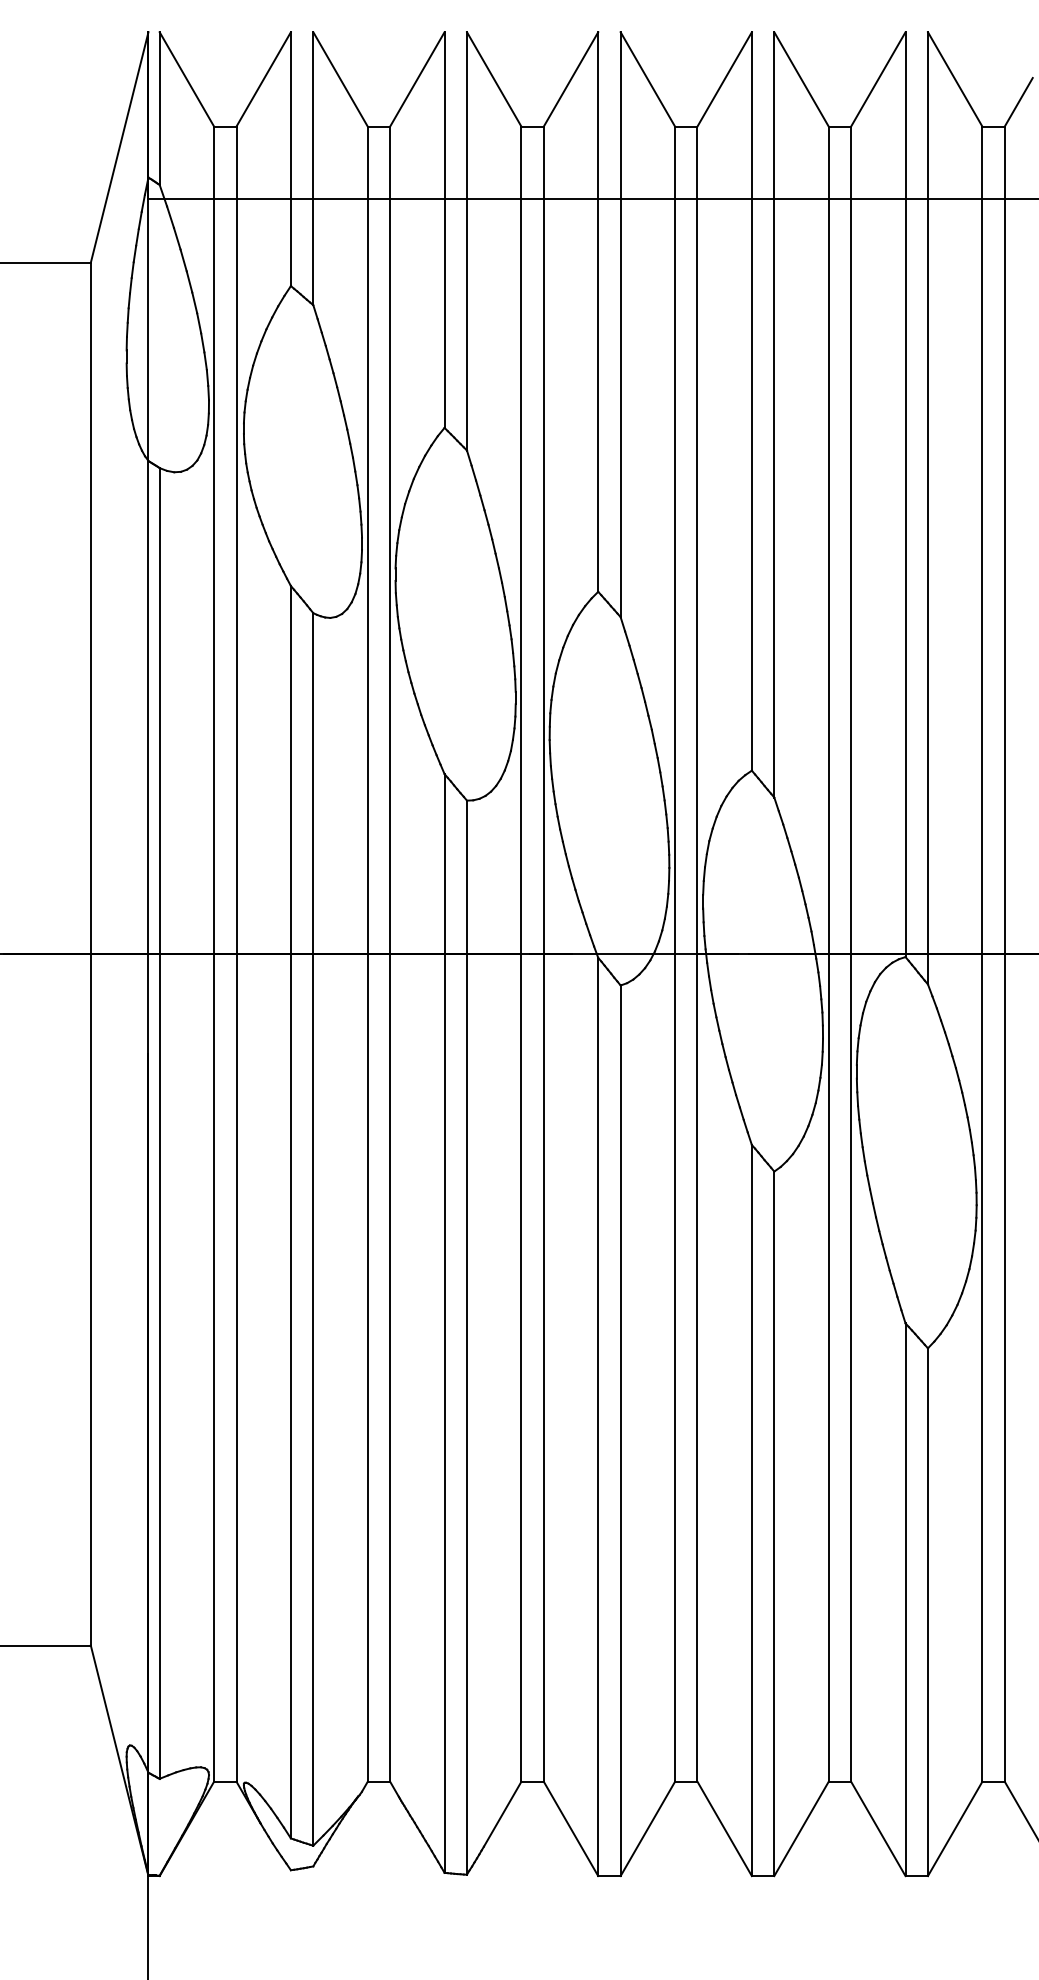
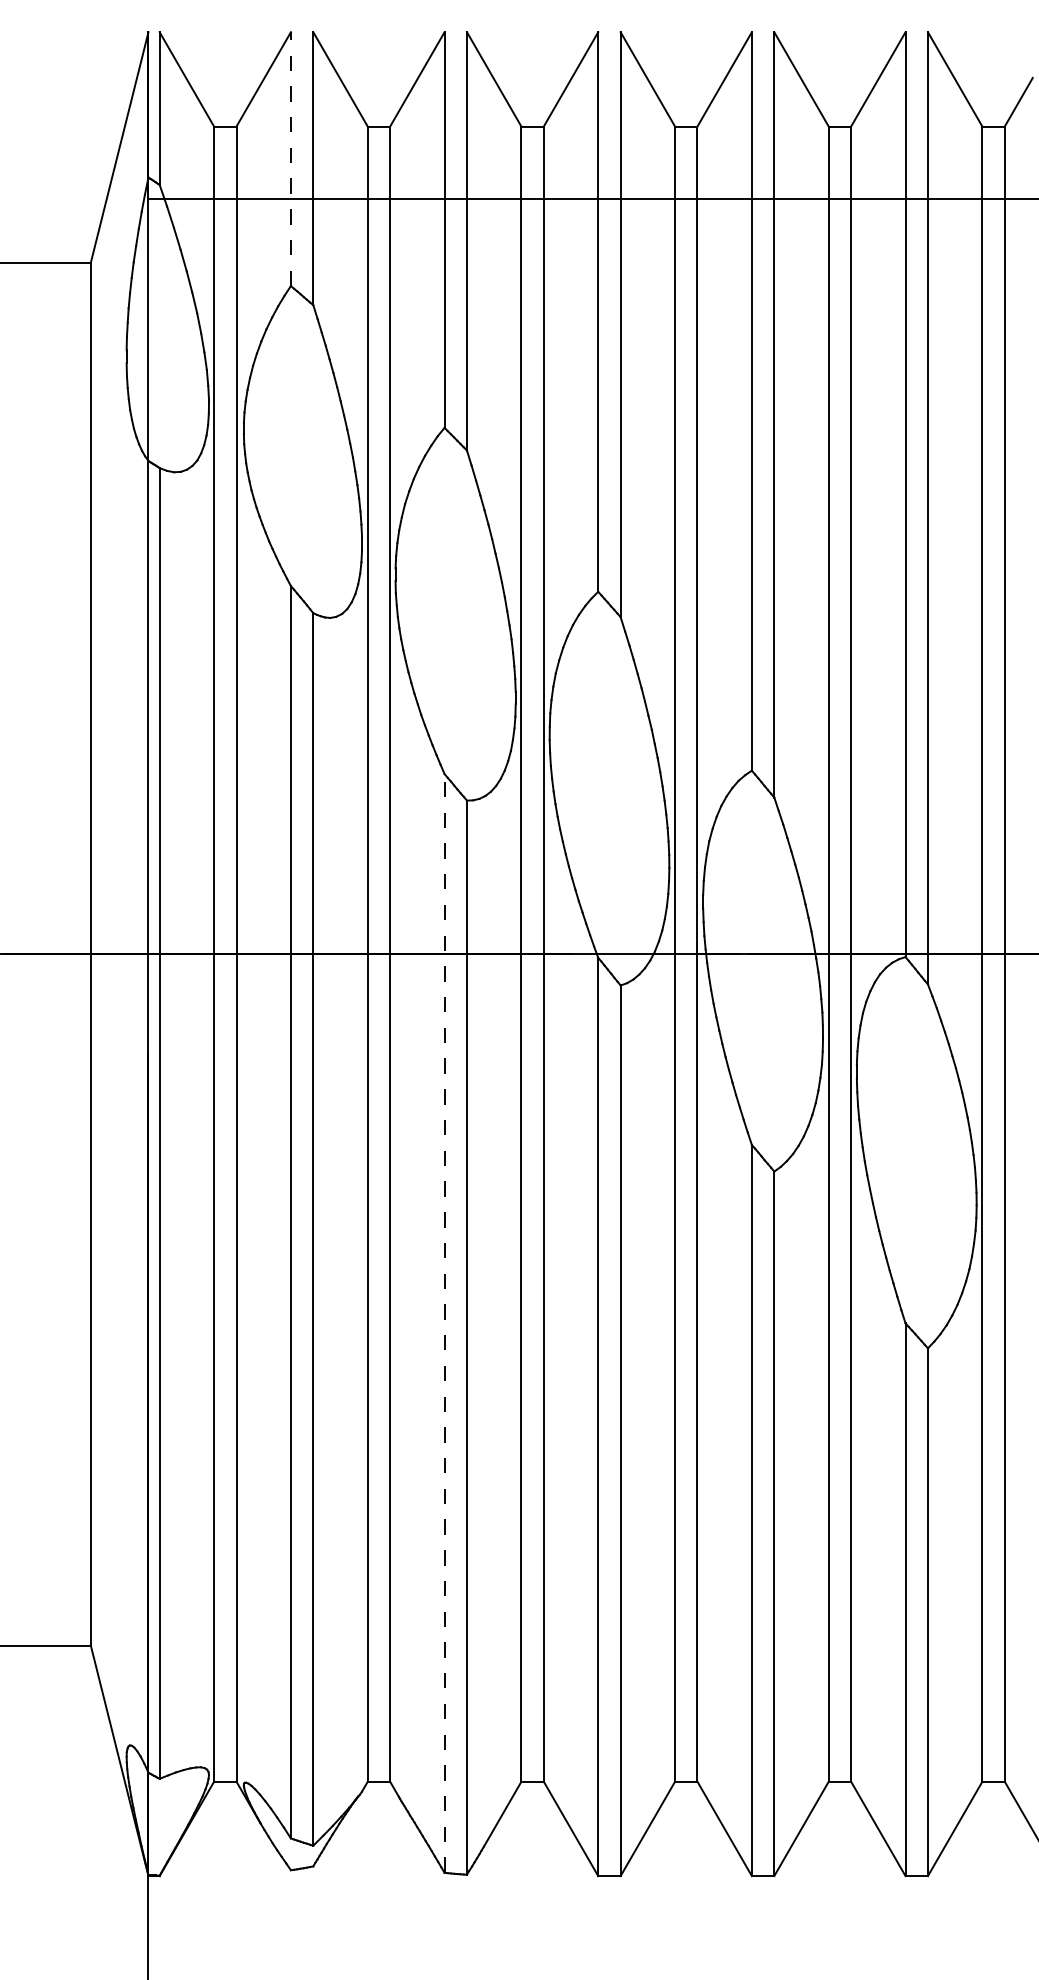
line at (290, 159): solid -> dashed
line at (444, 1322): solid -> dashed
